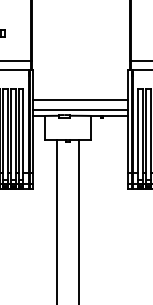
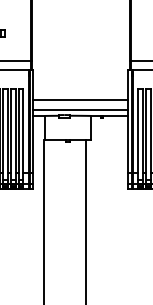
line at (57, 220) position: (57, 220) -> (44, 220)
line at (79, 220) position: (79, 220) -> (86, 220)
